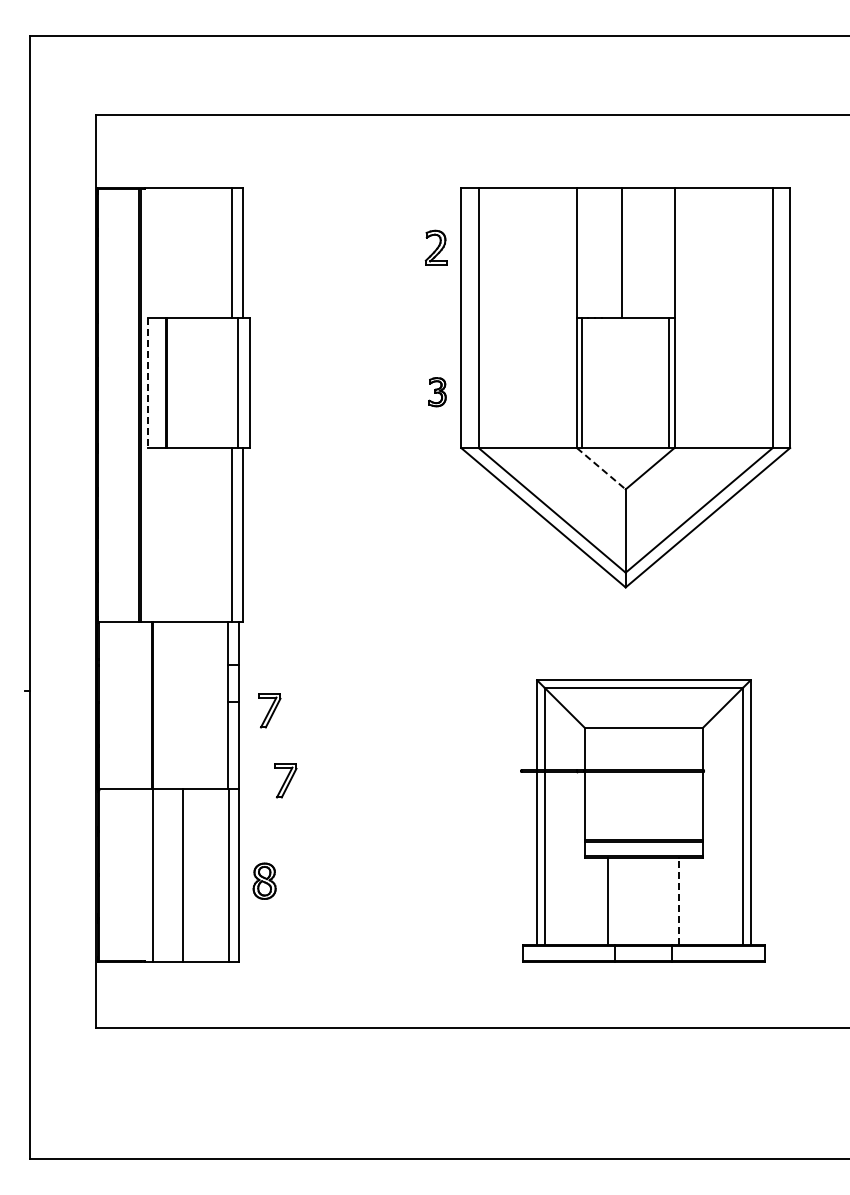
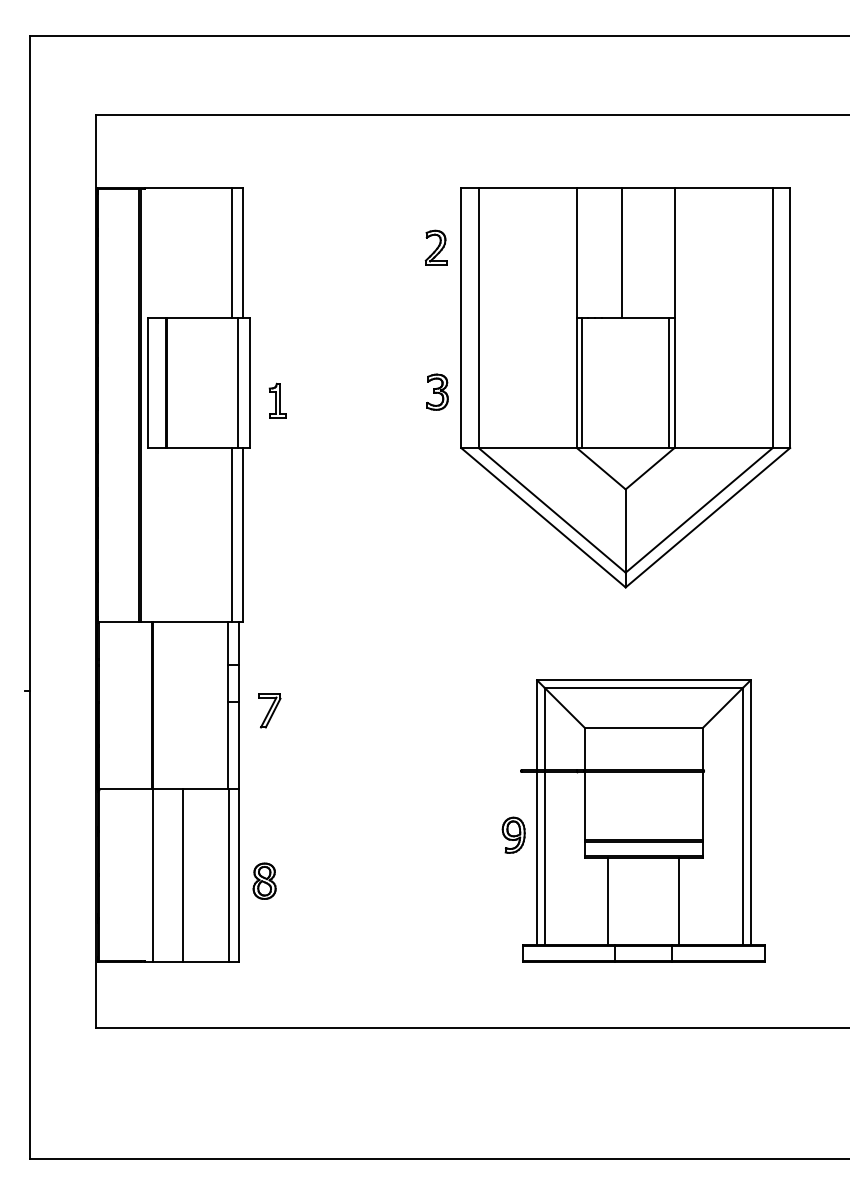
line at (147, 383): dashed -> solid
part at (437, 392) size: 19x31 px -> 23x38 px
part at (277, 400): none -> present
line at (601, 468): dashed -> solid
part at (285, 780): present -> none
part at (513, 834): none -> present
line at (679, 900): dashed -> solid
